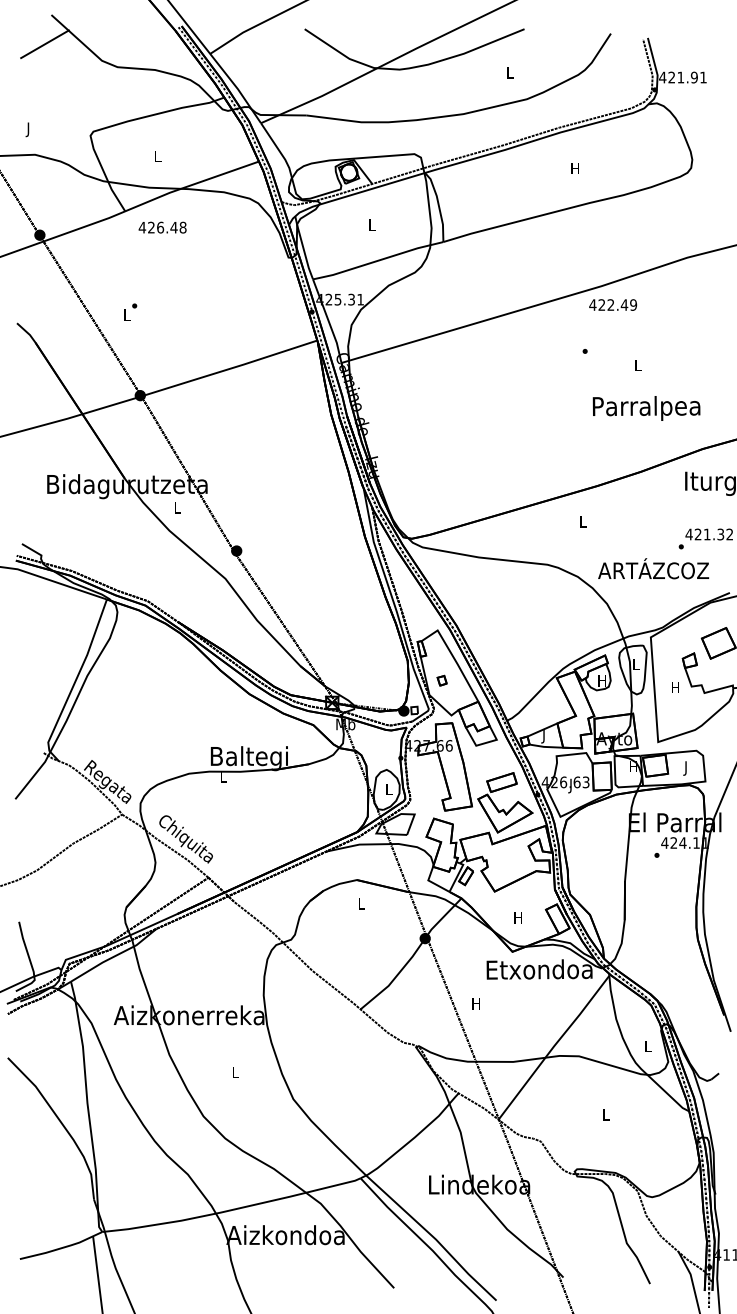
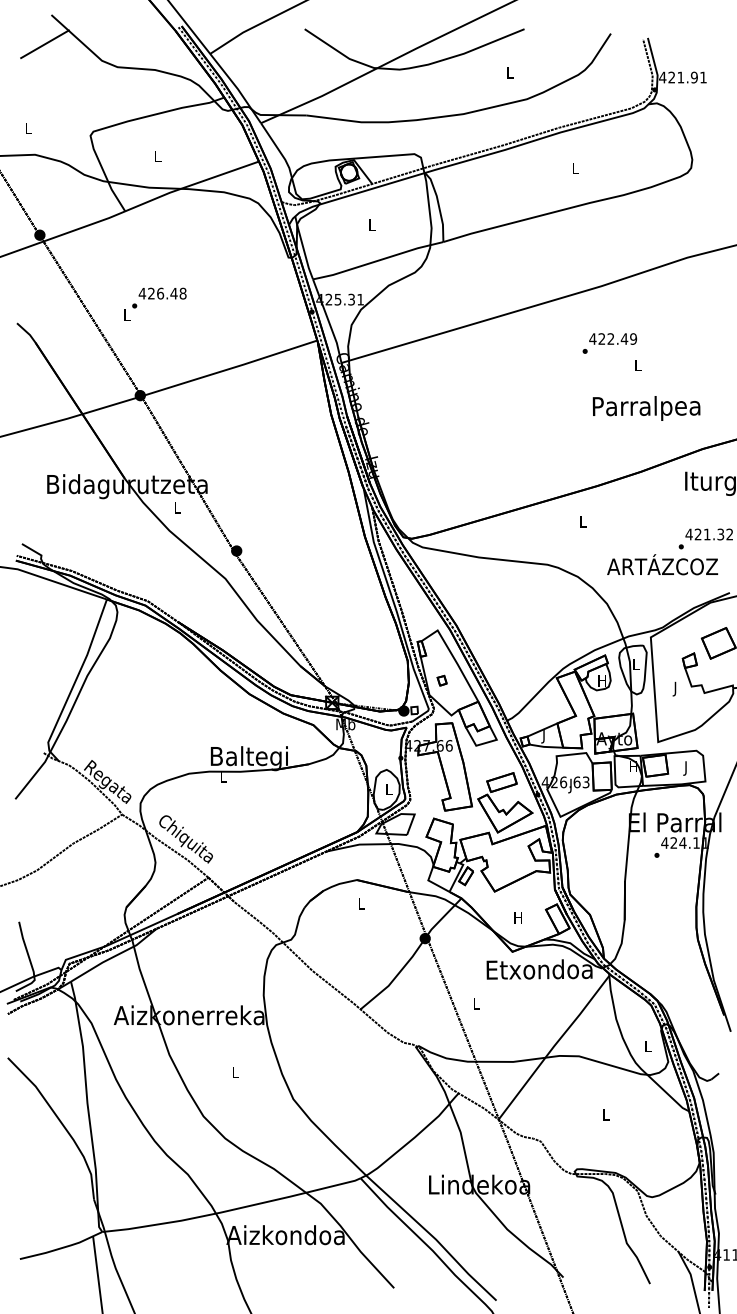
text at (28, 129): J -> L
text at (574, 168): H -> L
text at (162, 227) position: (162, 227) -> (162, 293)
text at (613, 304) position: (613, 304) -> (613, 338)
text at (653, 568) position: (653, 568) -> (662, 564)
text at (675, 688): H -> J
text at (475, 1003): H -> L
